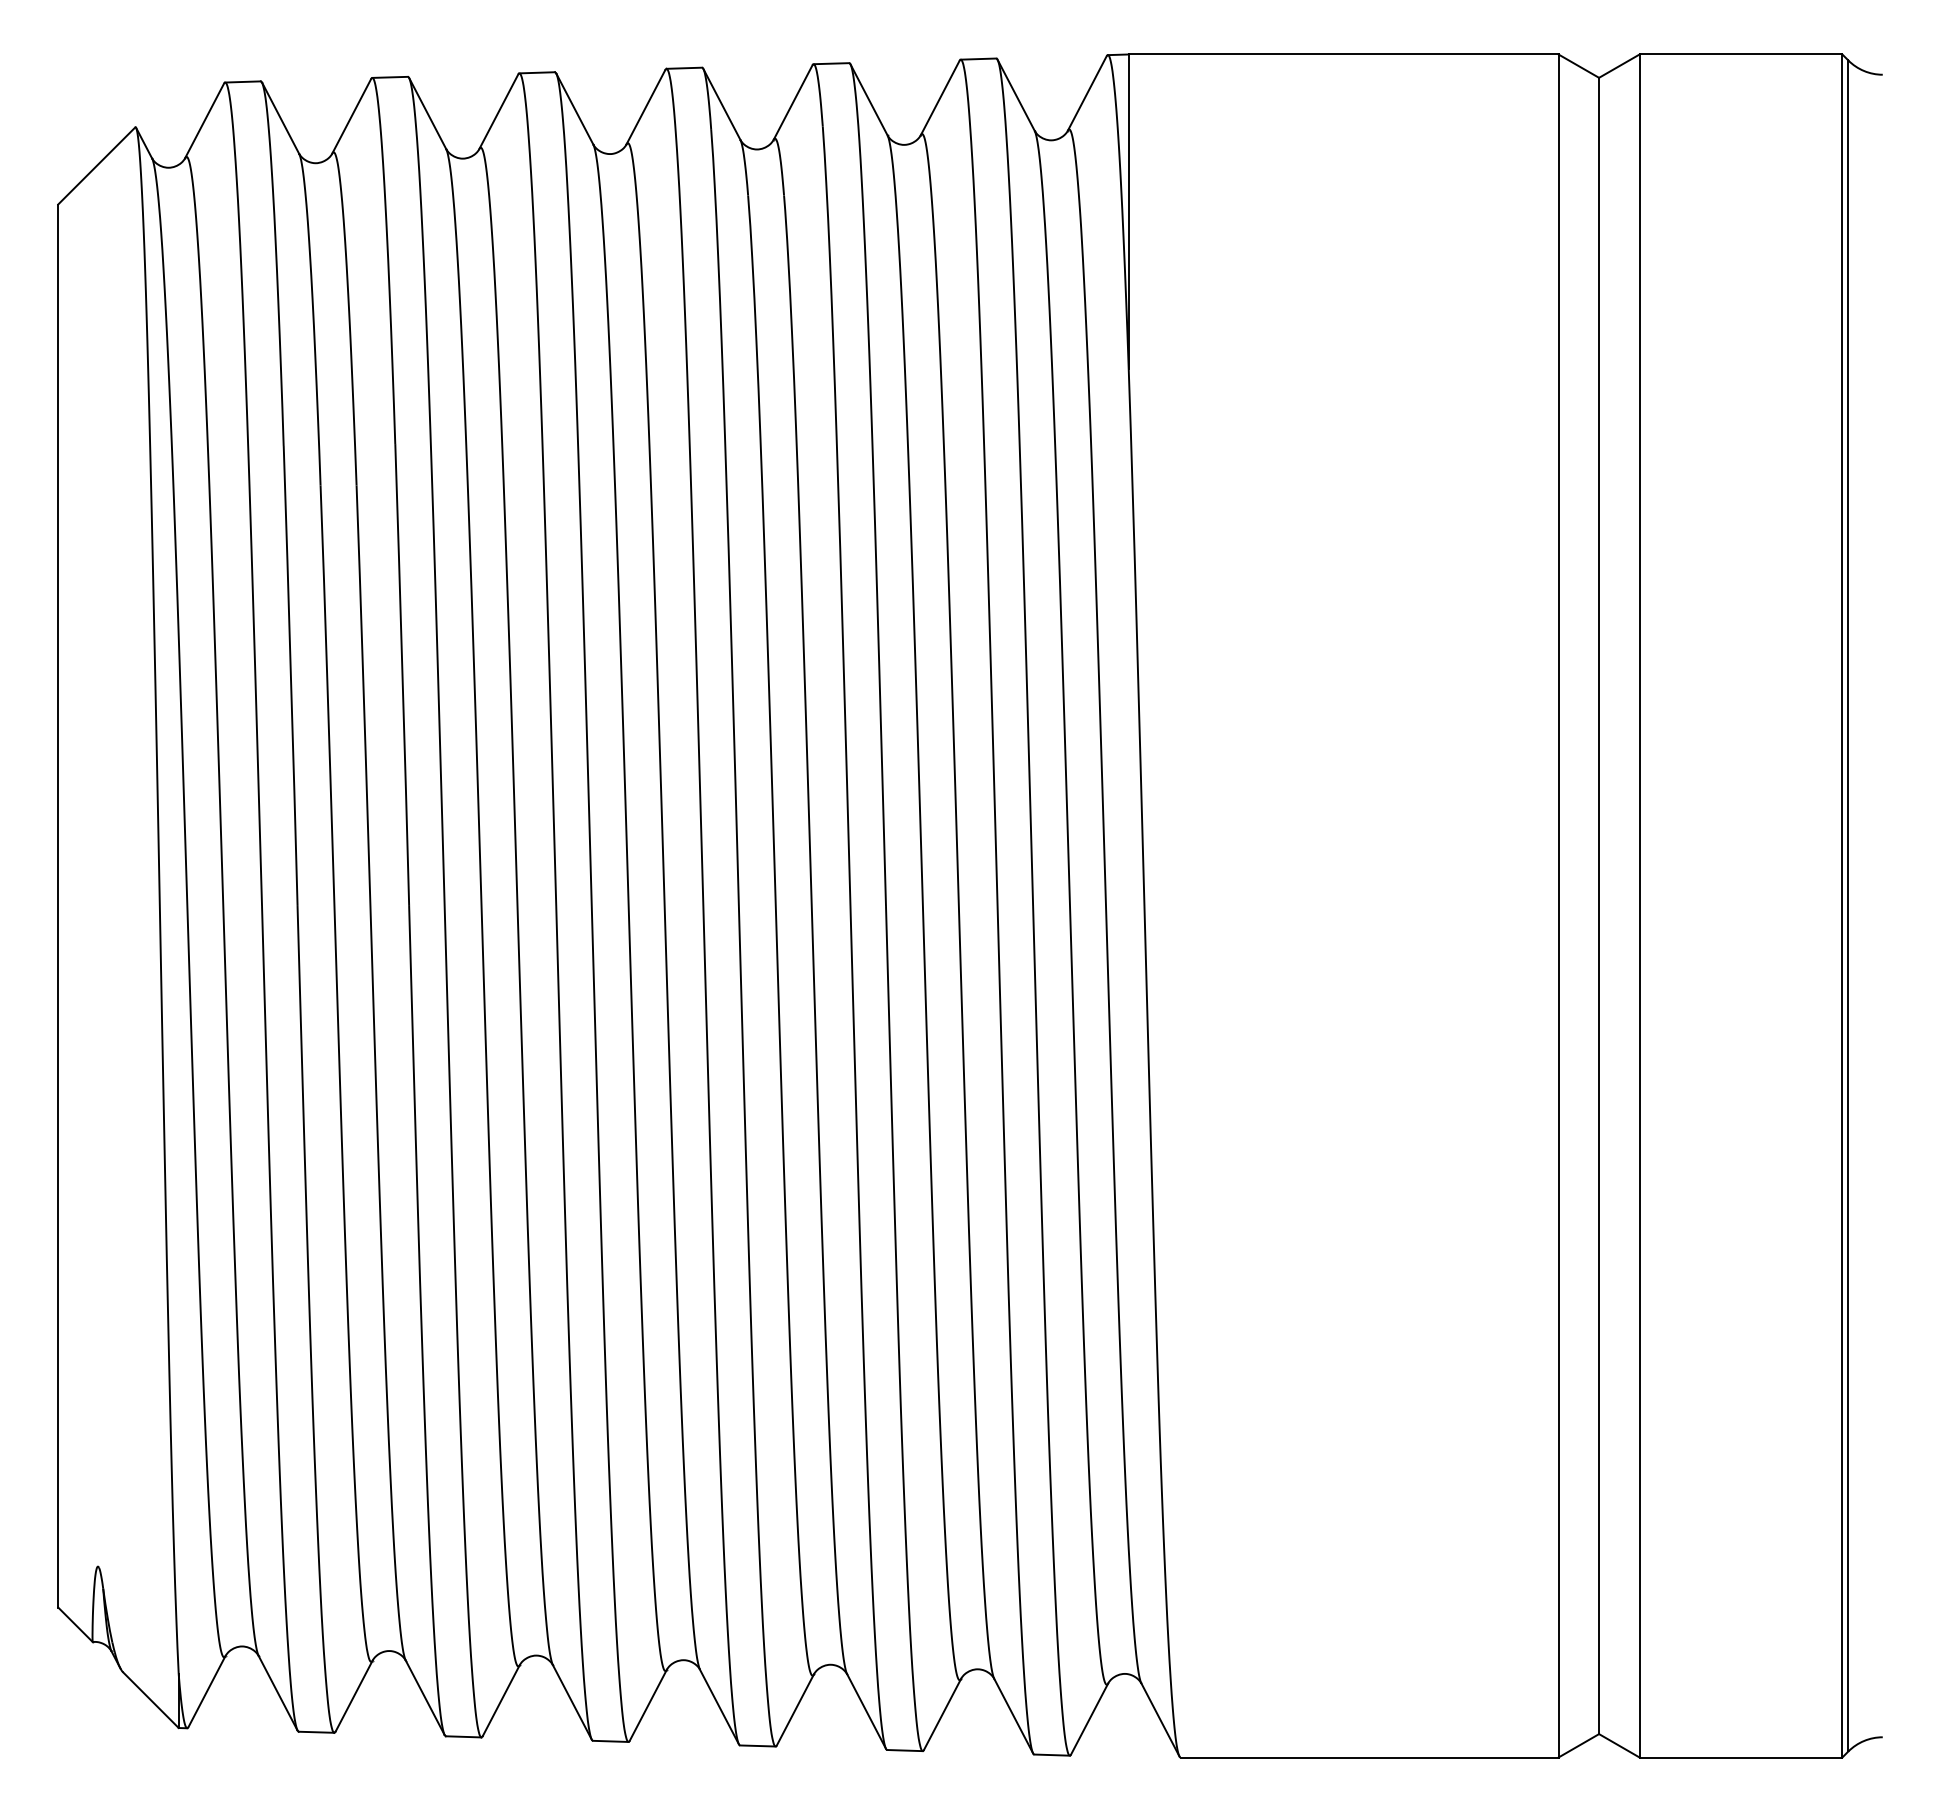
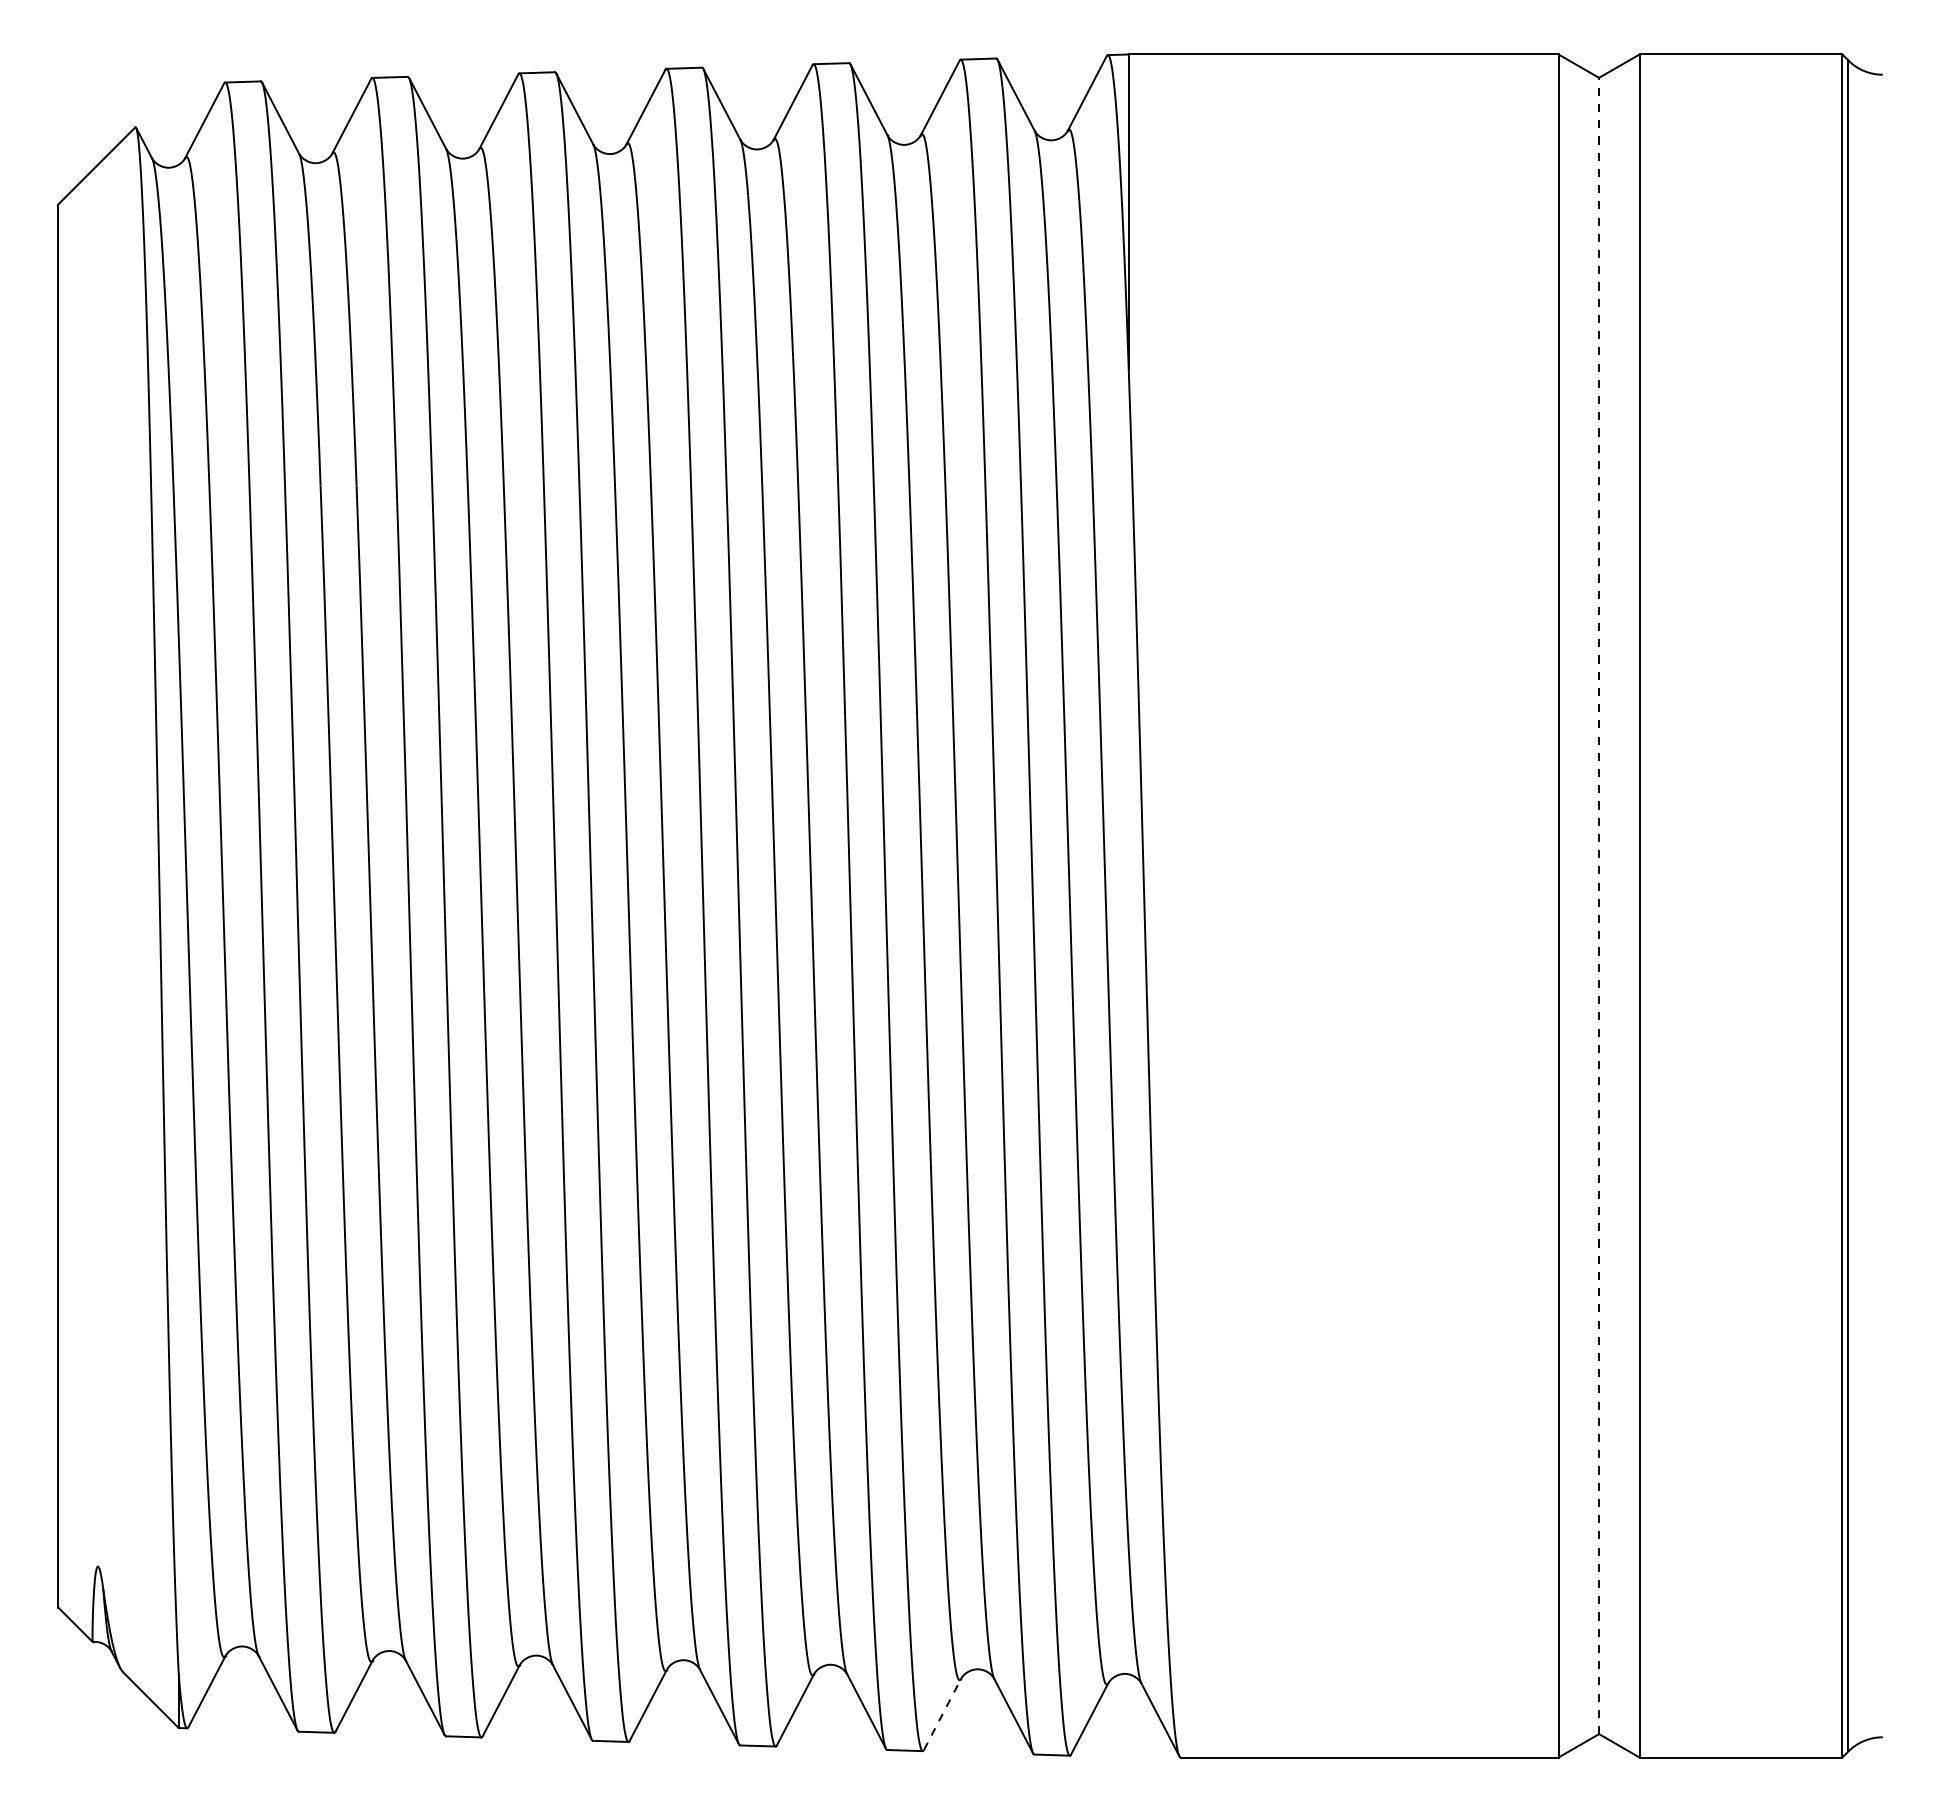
line at (1599, 905): solid -> dashed
line at (942, 1714): solid -> dashed
